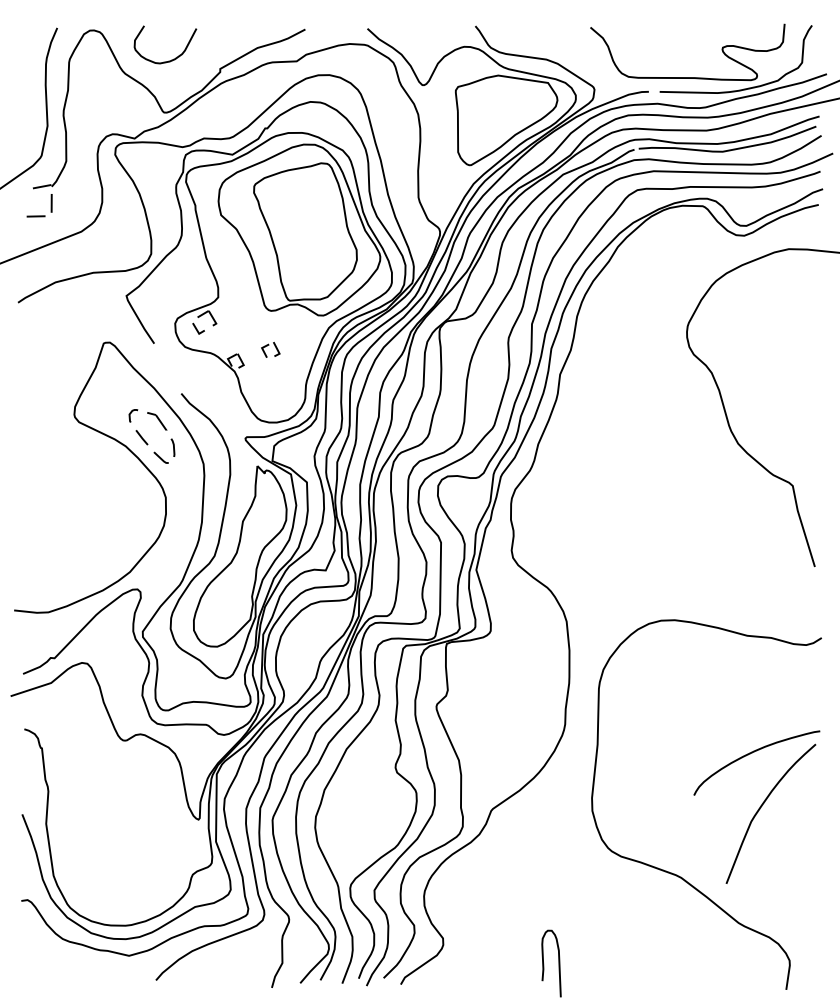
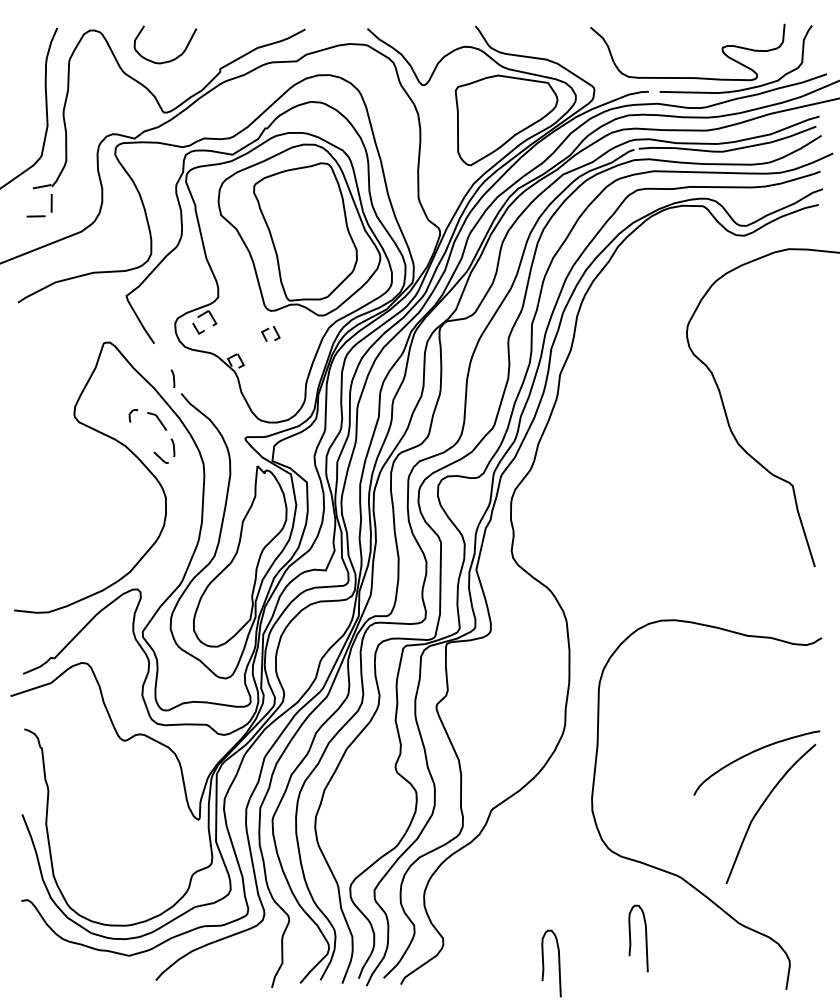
part at (270, 349) position: (270, 349) -> (270, 333)
line at (173, 378): none -> present
line at (141, 437): present -> none
curve at (645, 938): none -> present
